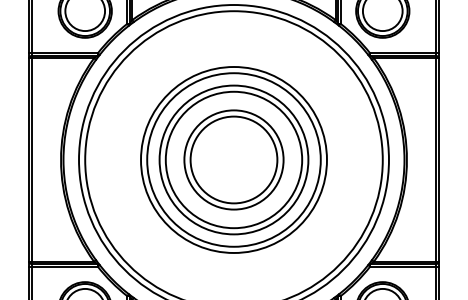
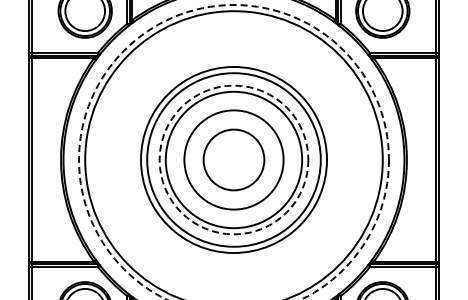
circle at (233, 152): solid -> dashed
circle at (233, 159) diameter: 87 px -> 61 px
circle at (233, 159): solid -> dashed
